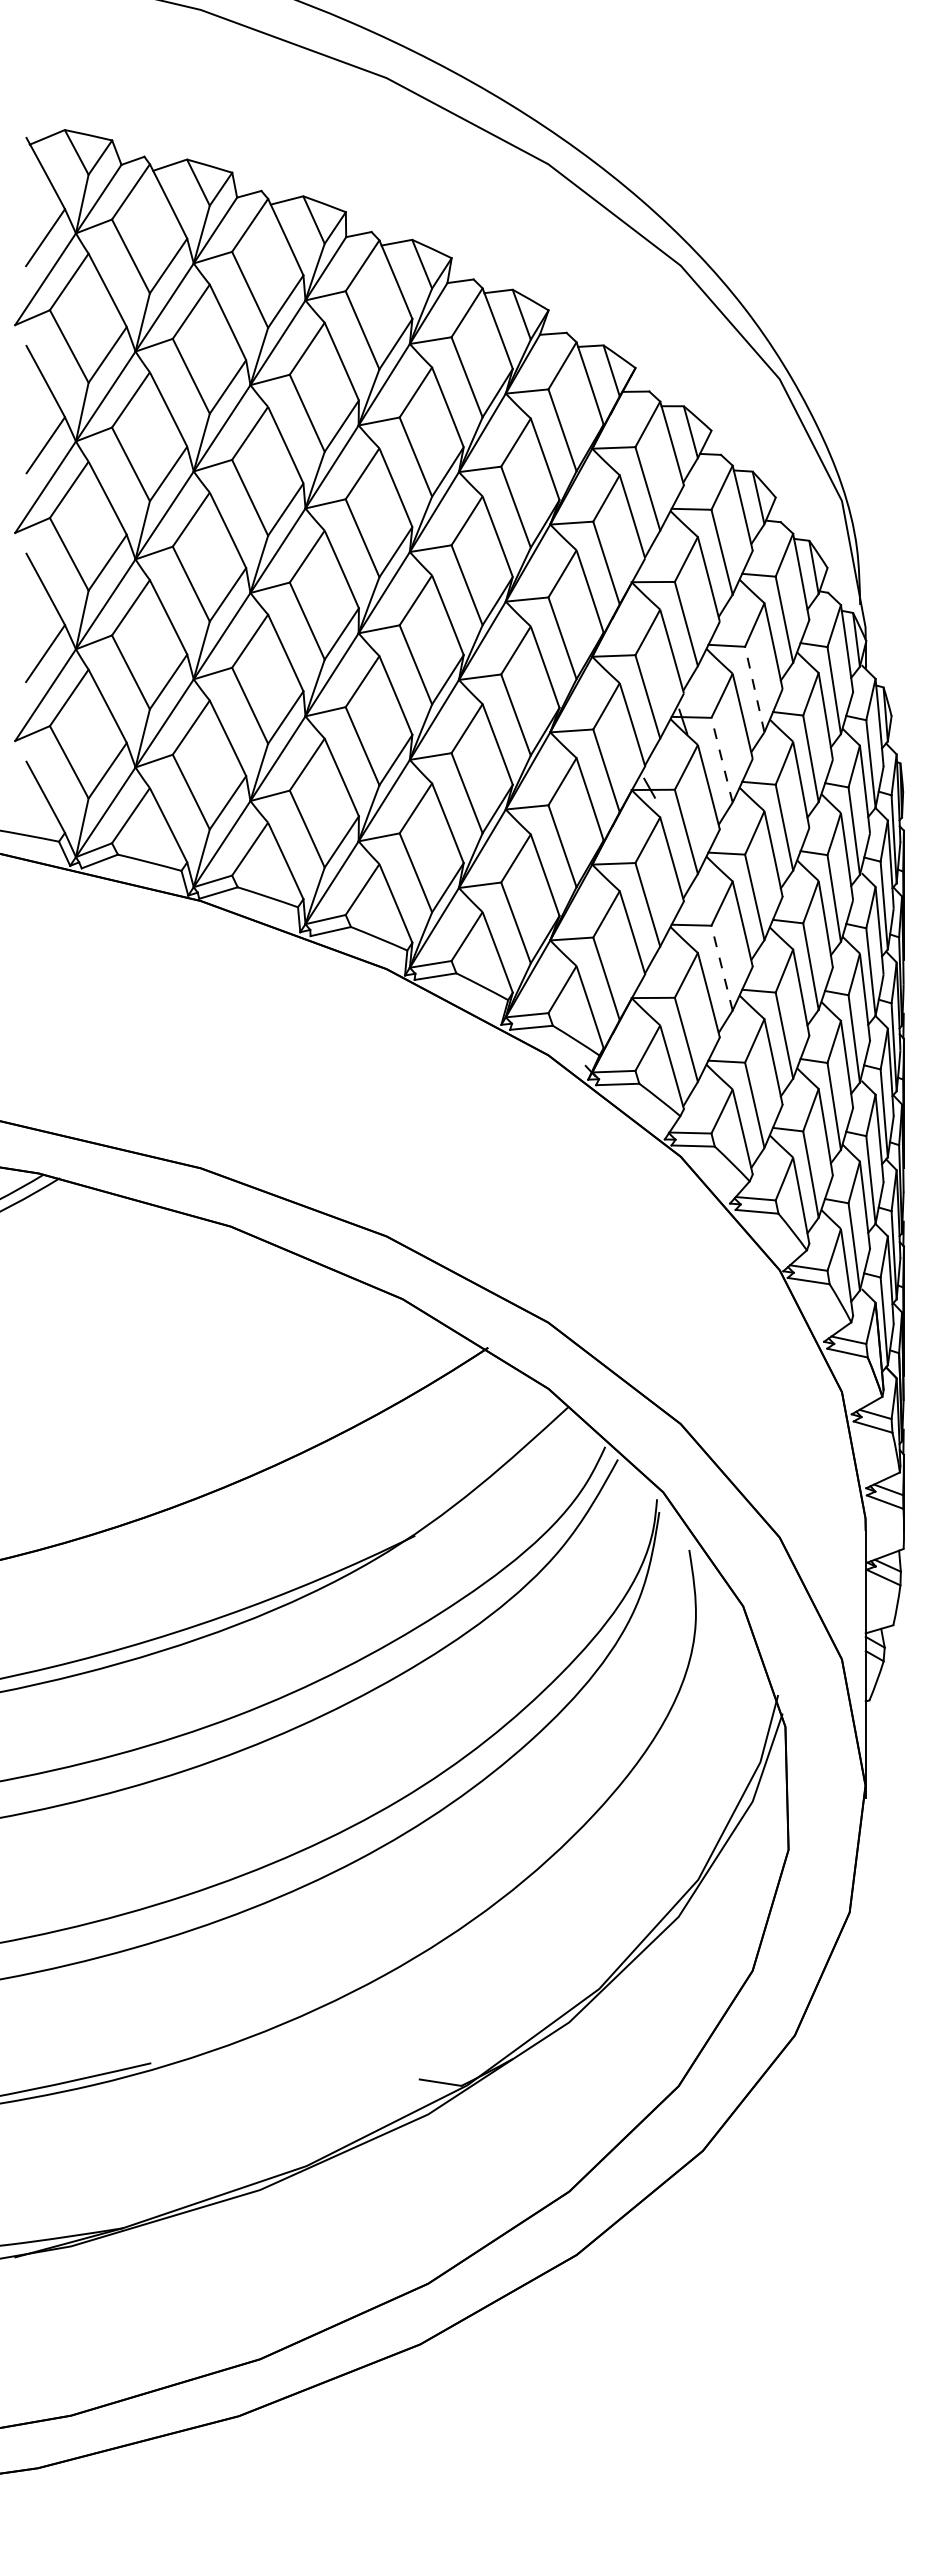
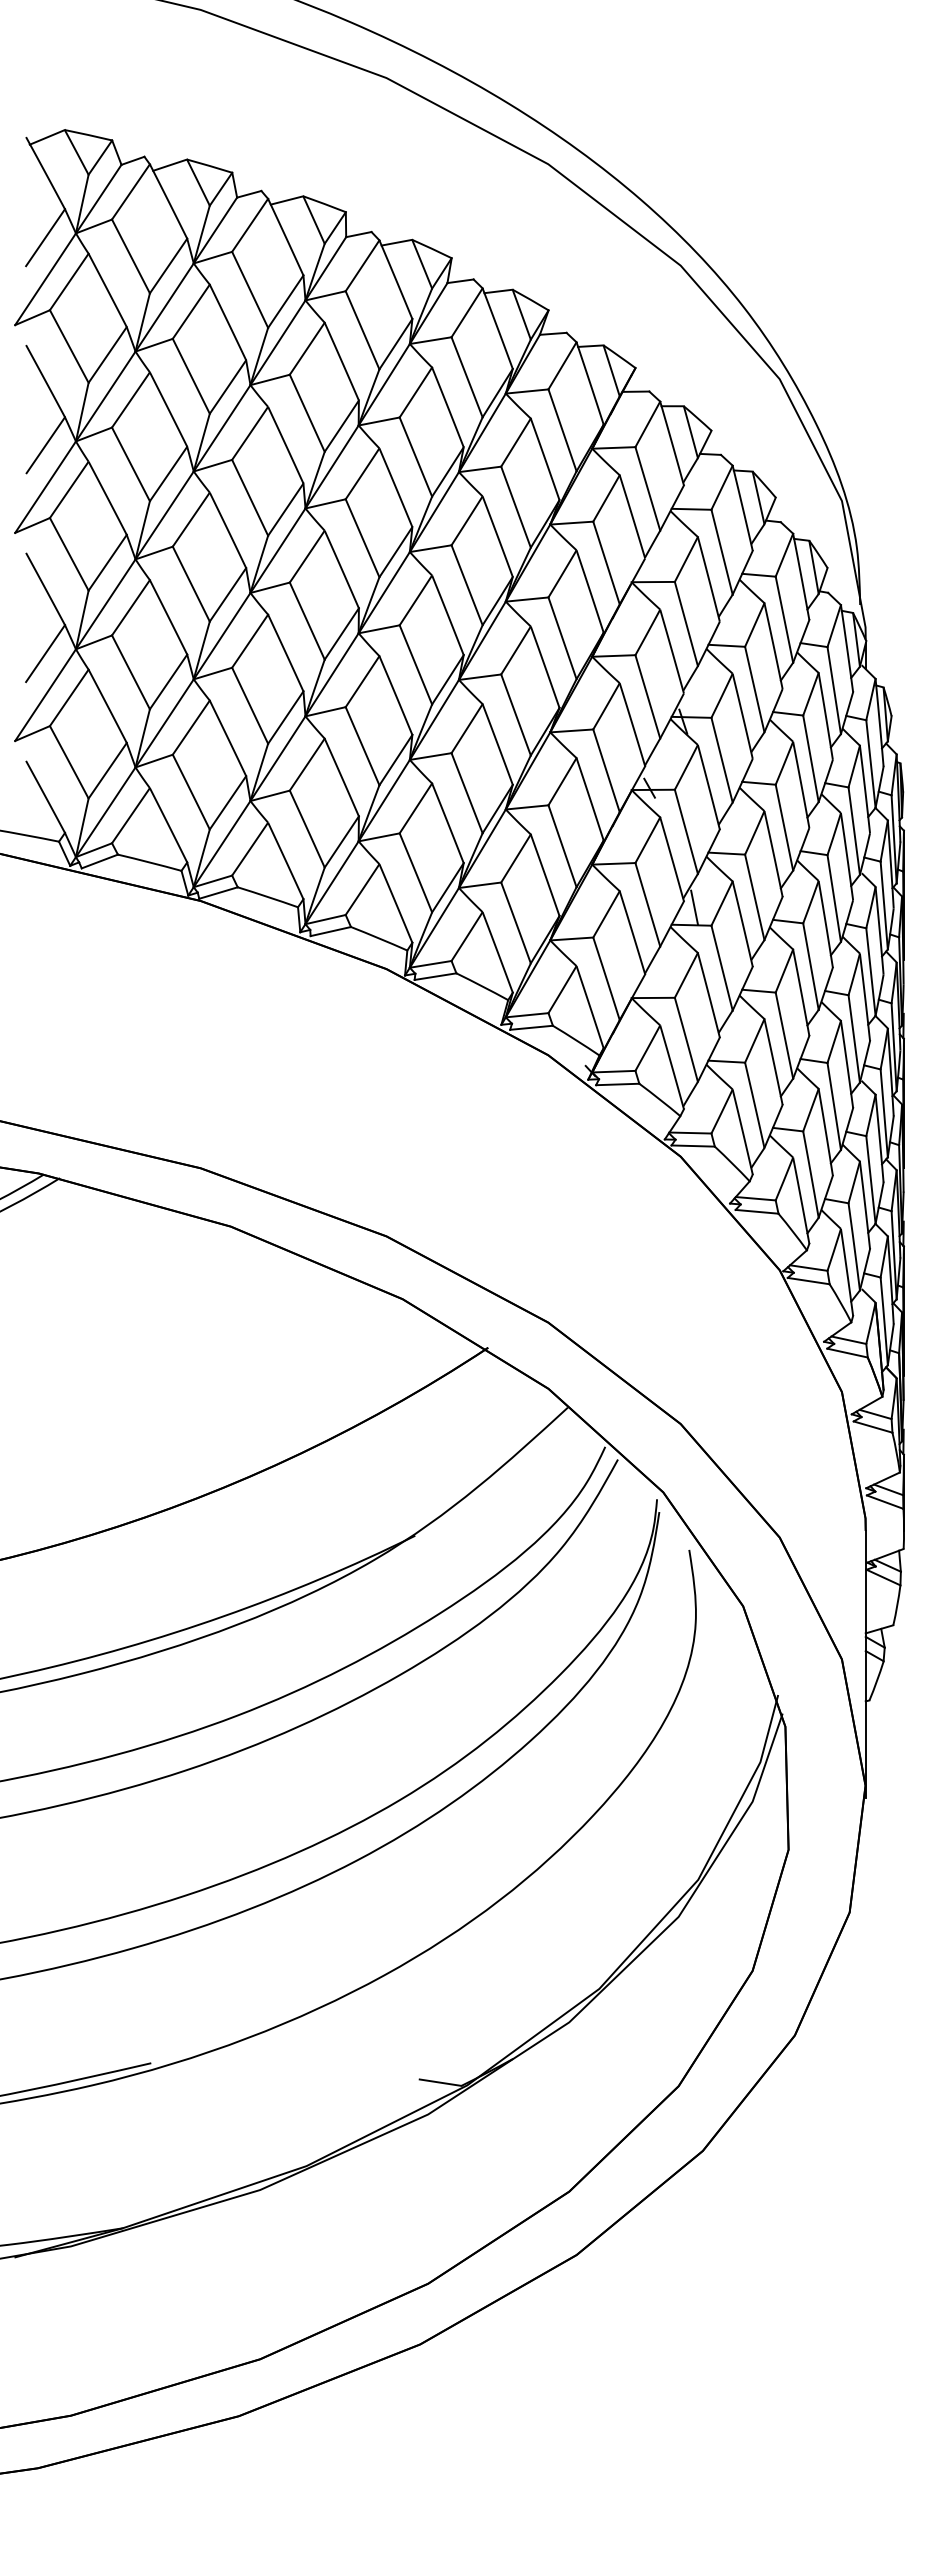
line at (754, 689): dashed -> solid
line at (722, 760): dashed -> solid
line at (694, 907): none -> present
line at (722, 968): dashed -> solid
